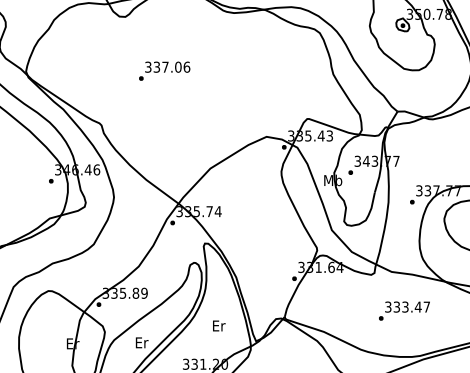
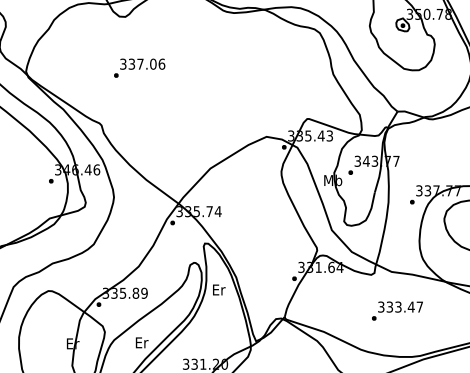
text at (164, 70) position: (164, 70) -> (139, 67)
text at (404, 310) position: (404, 310) -> (397, 310)
text at (219, 325) position: (219, 325) -> (219, 289)
